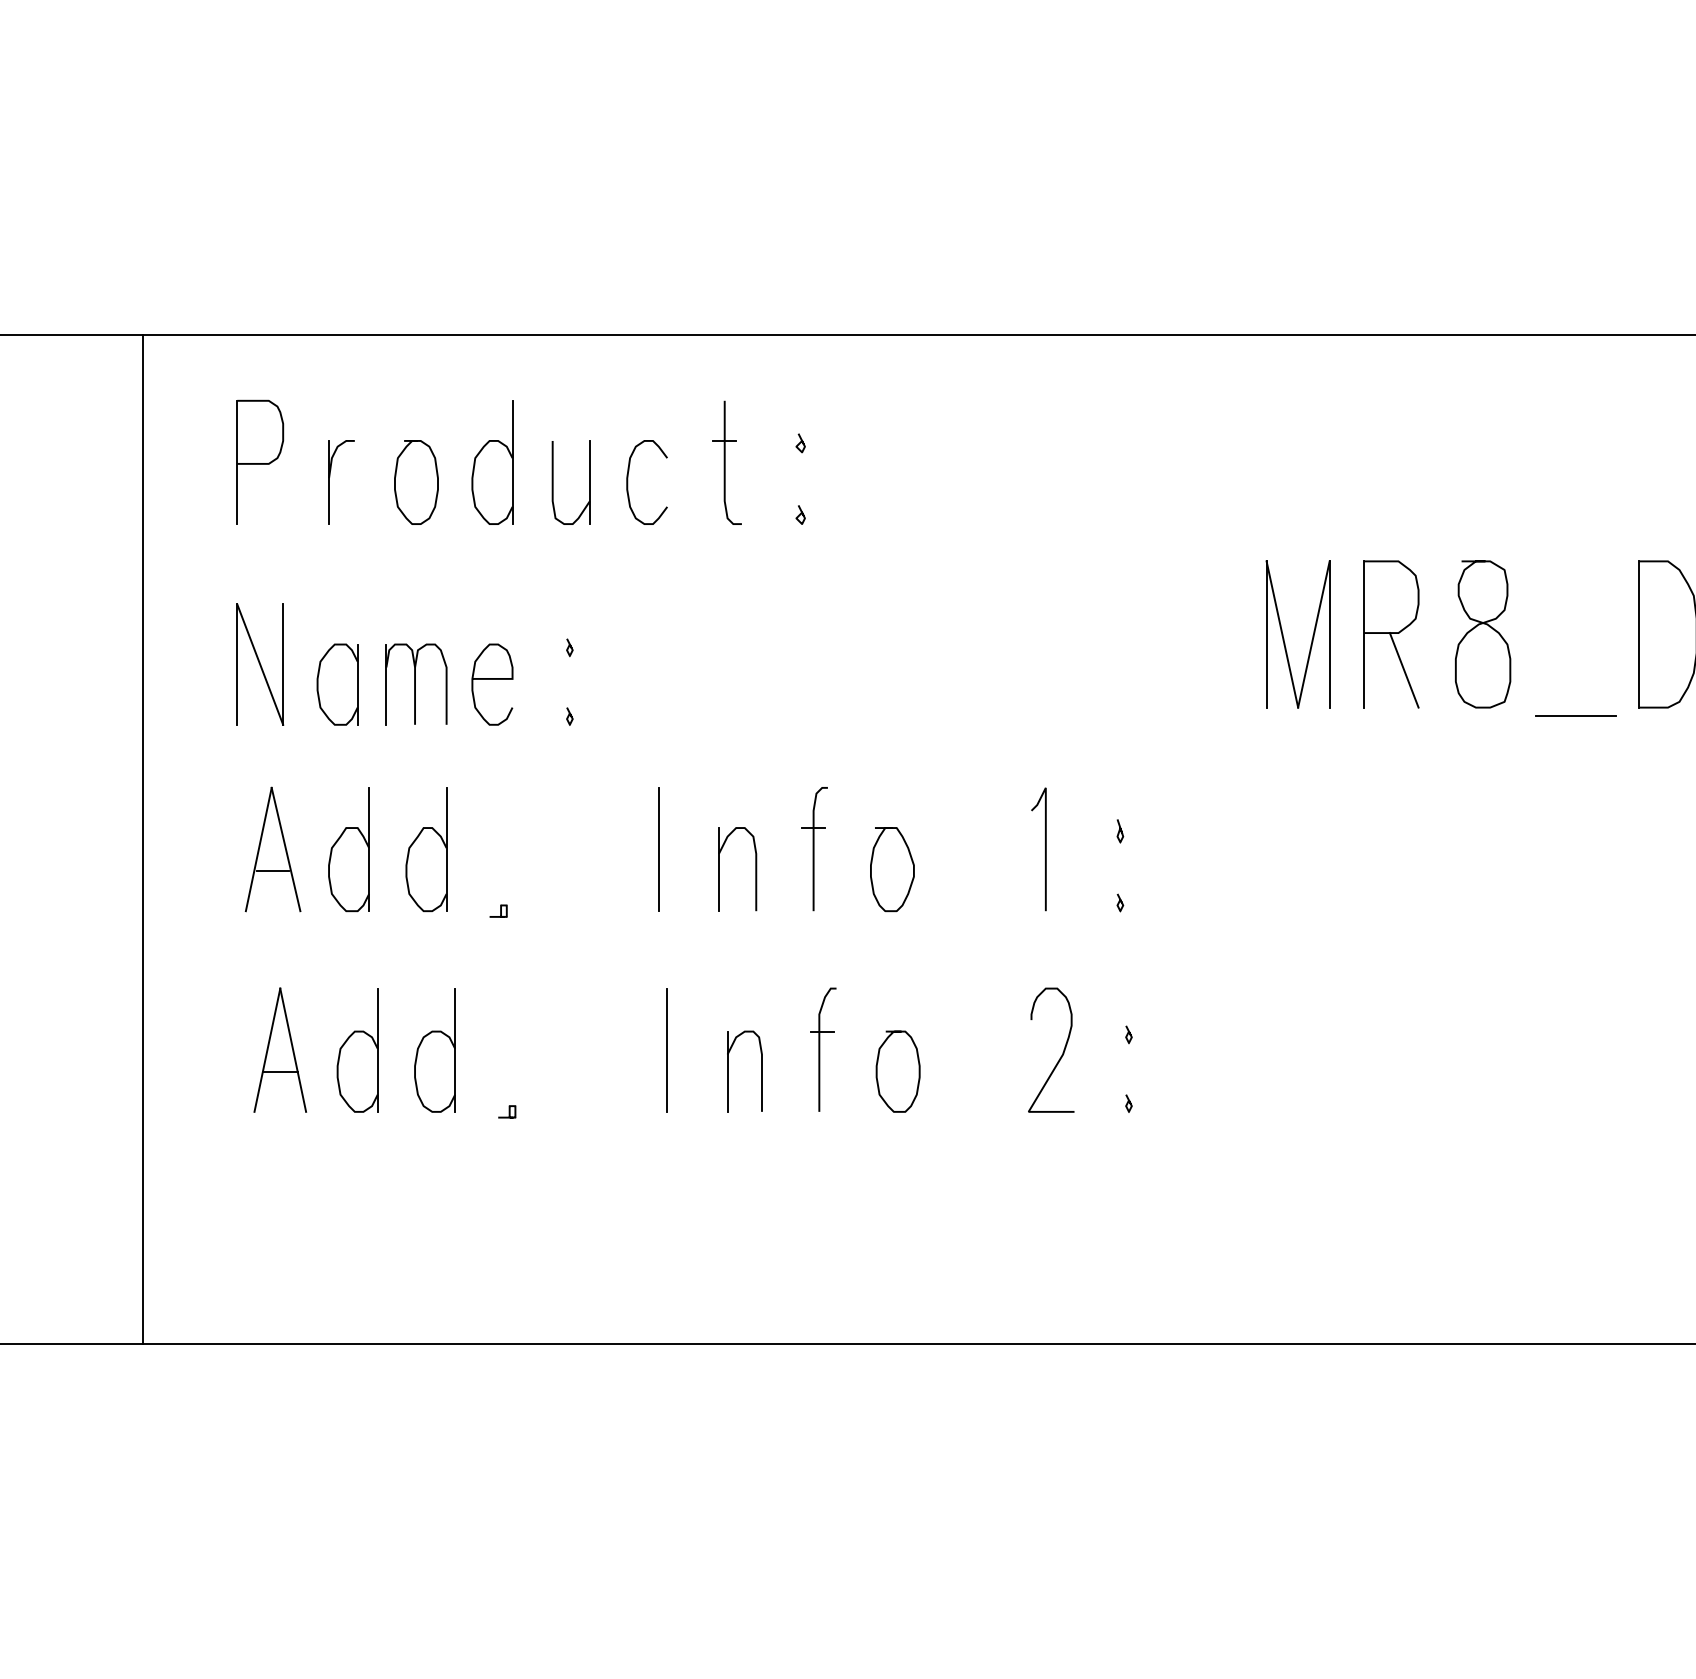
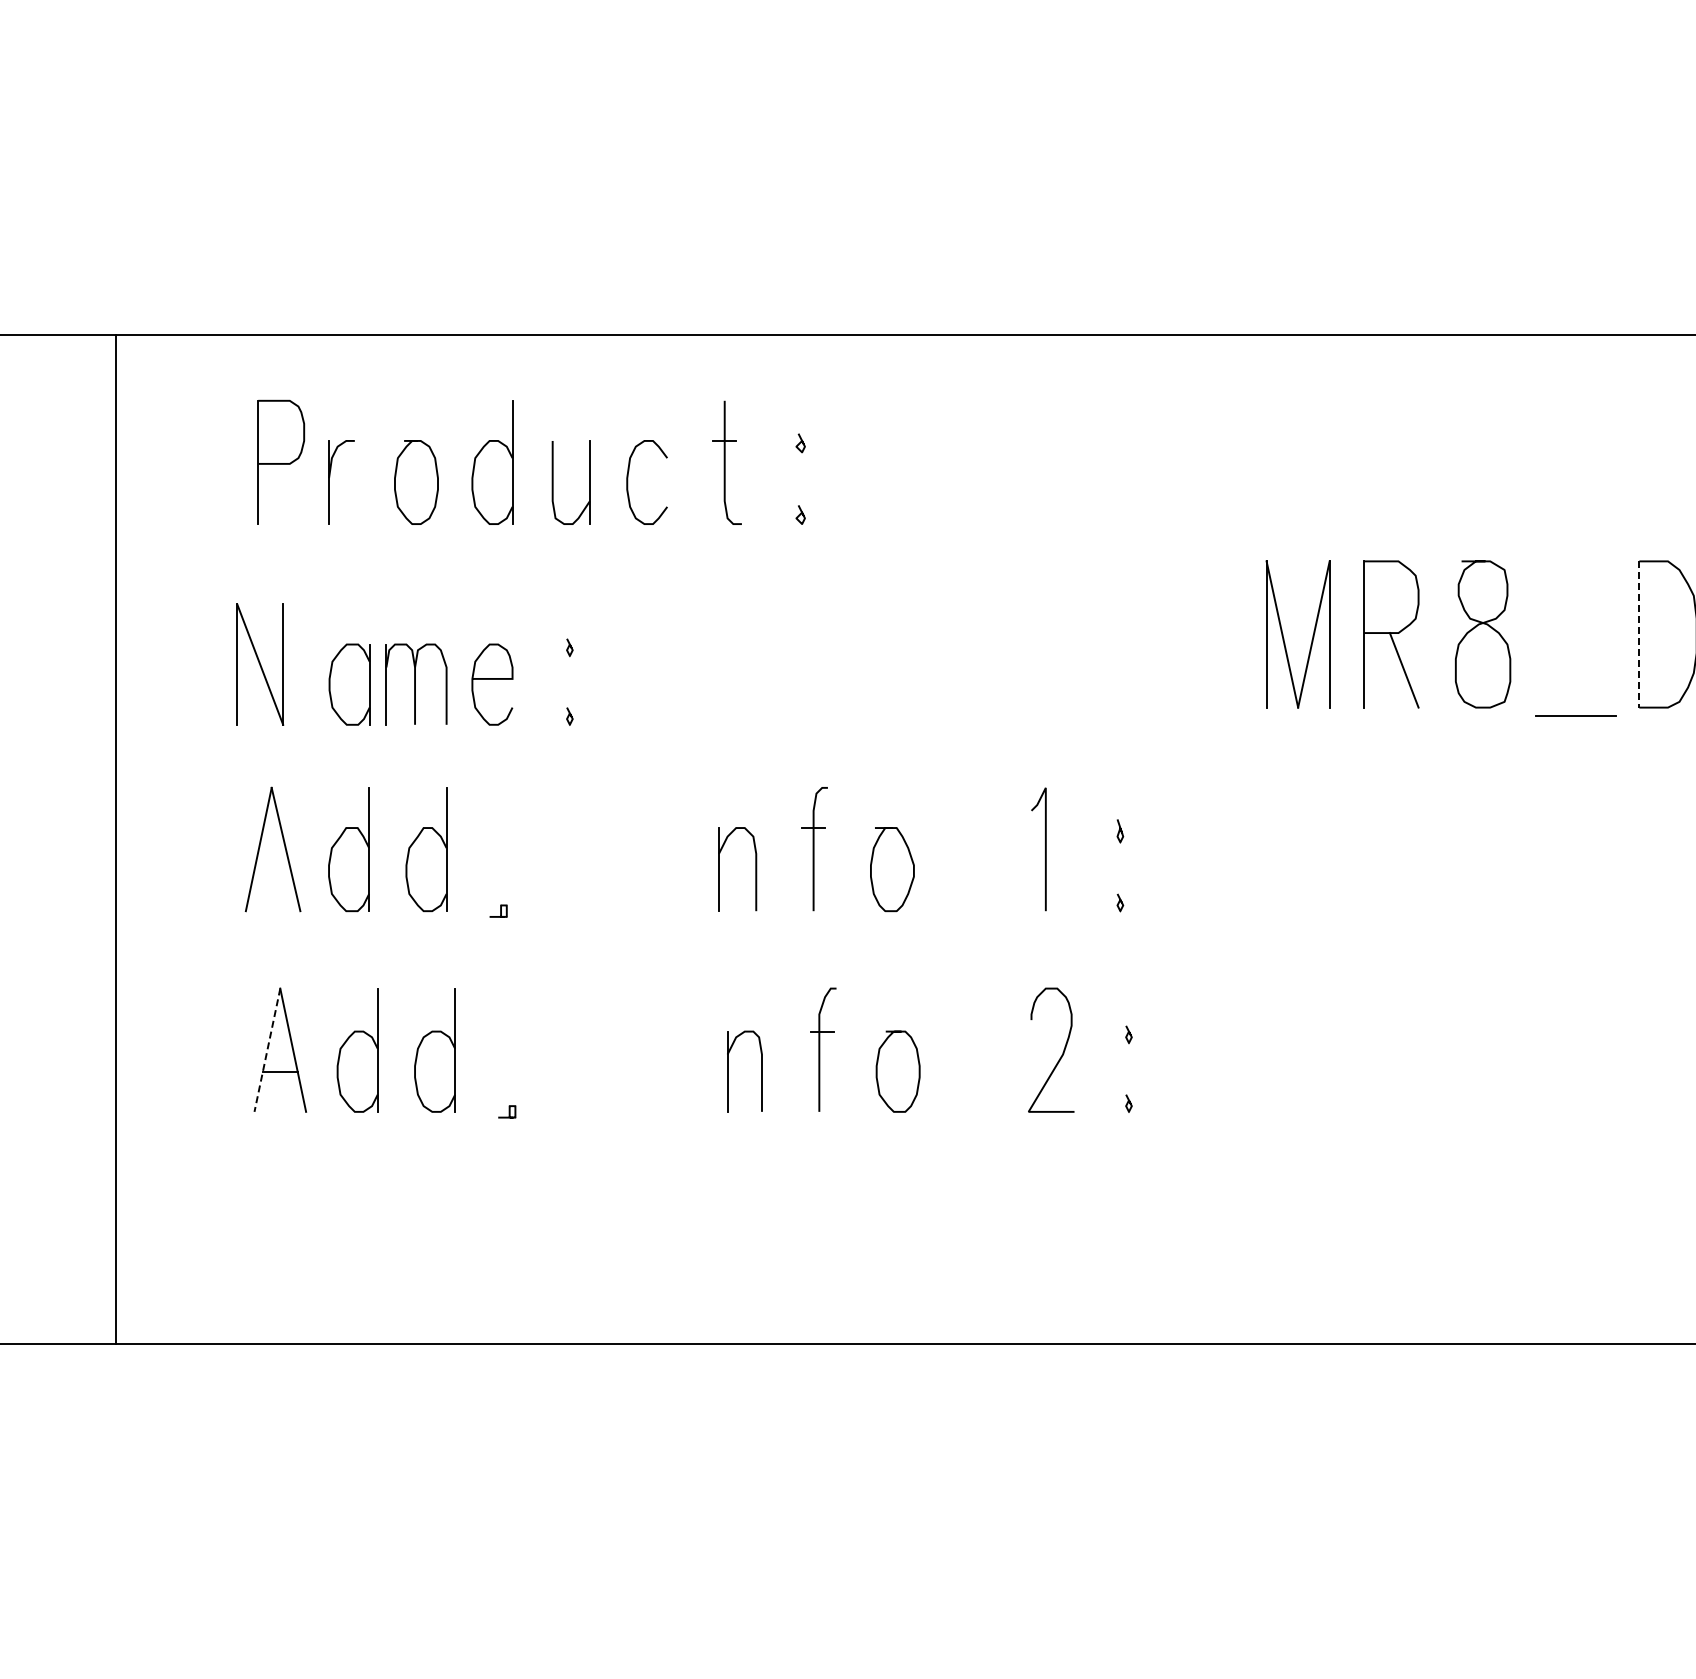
part at (260, 461) position: (260, 461) -> (281, 461)
line at (1639, 634): solid -> dashed
part at (337, 684) position: (337, 684) -> (349, 684)
line at (142, 839) position: (142, 839) -> (115, 839)
line at (658, 849): present -> none
line at (272, 871): present -> none
line at (667, 1049): present -> none
line at (267, 1050): solid -> dashed
